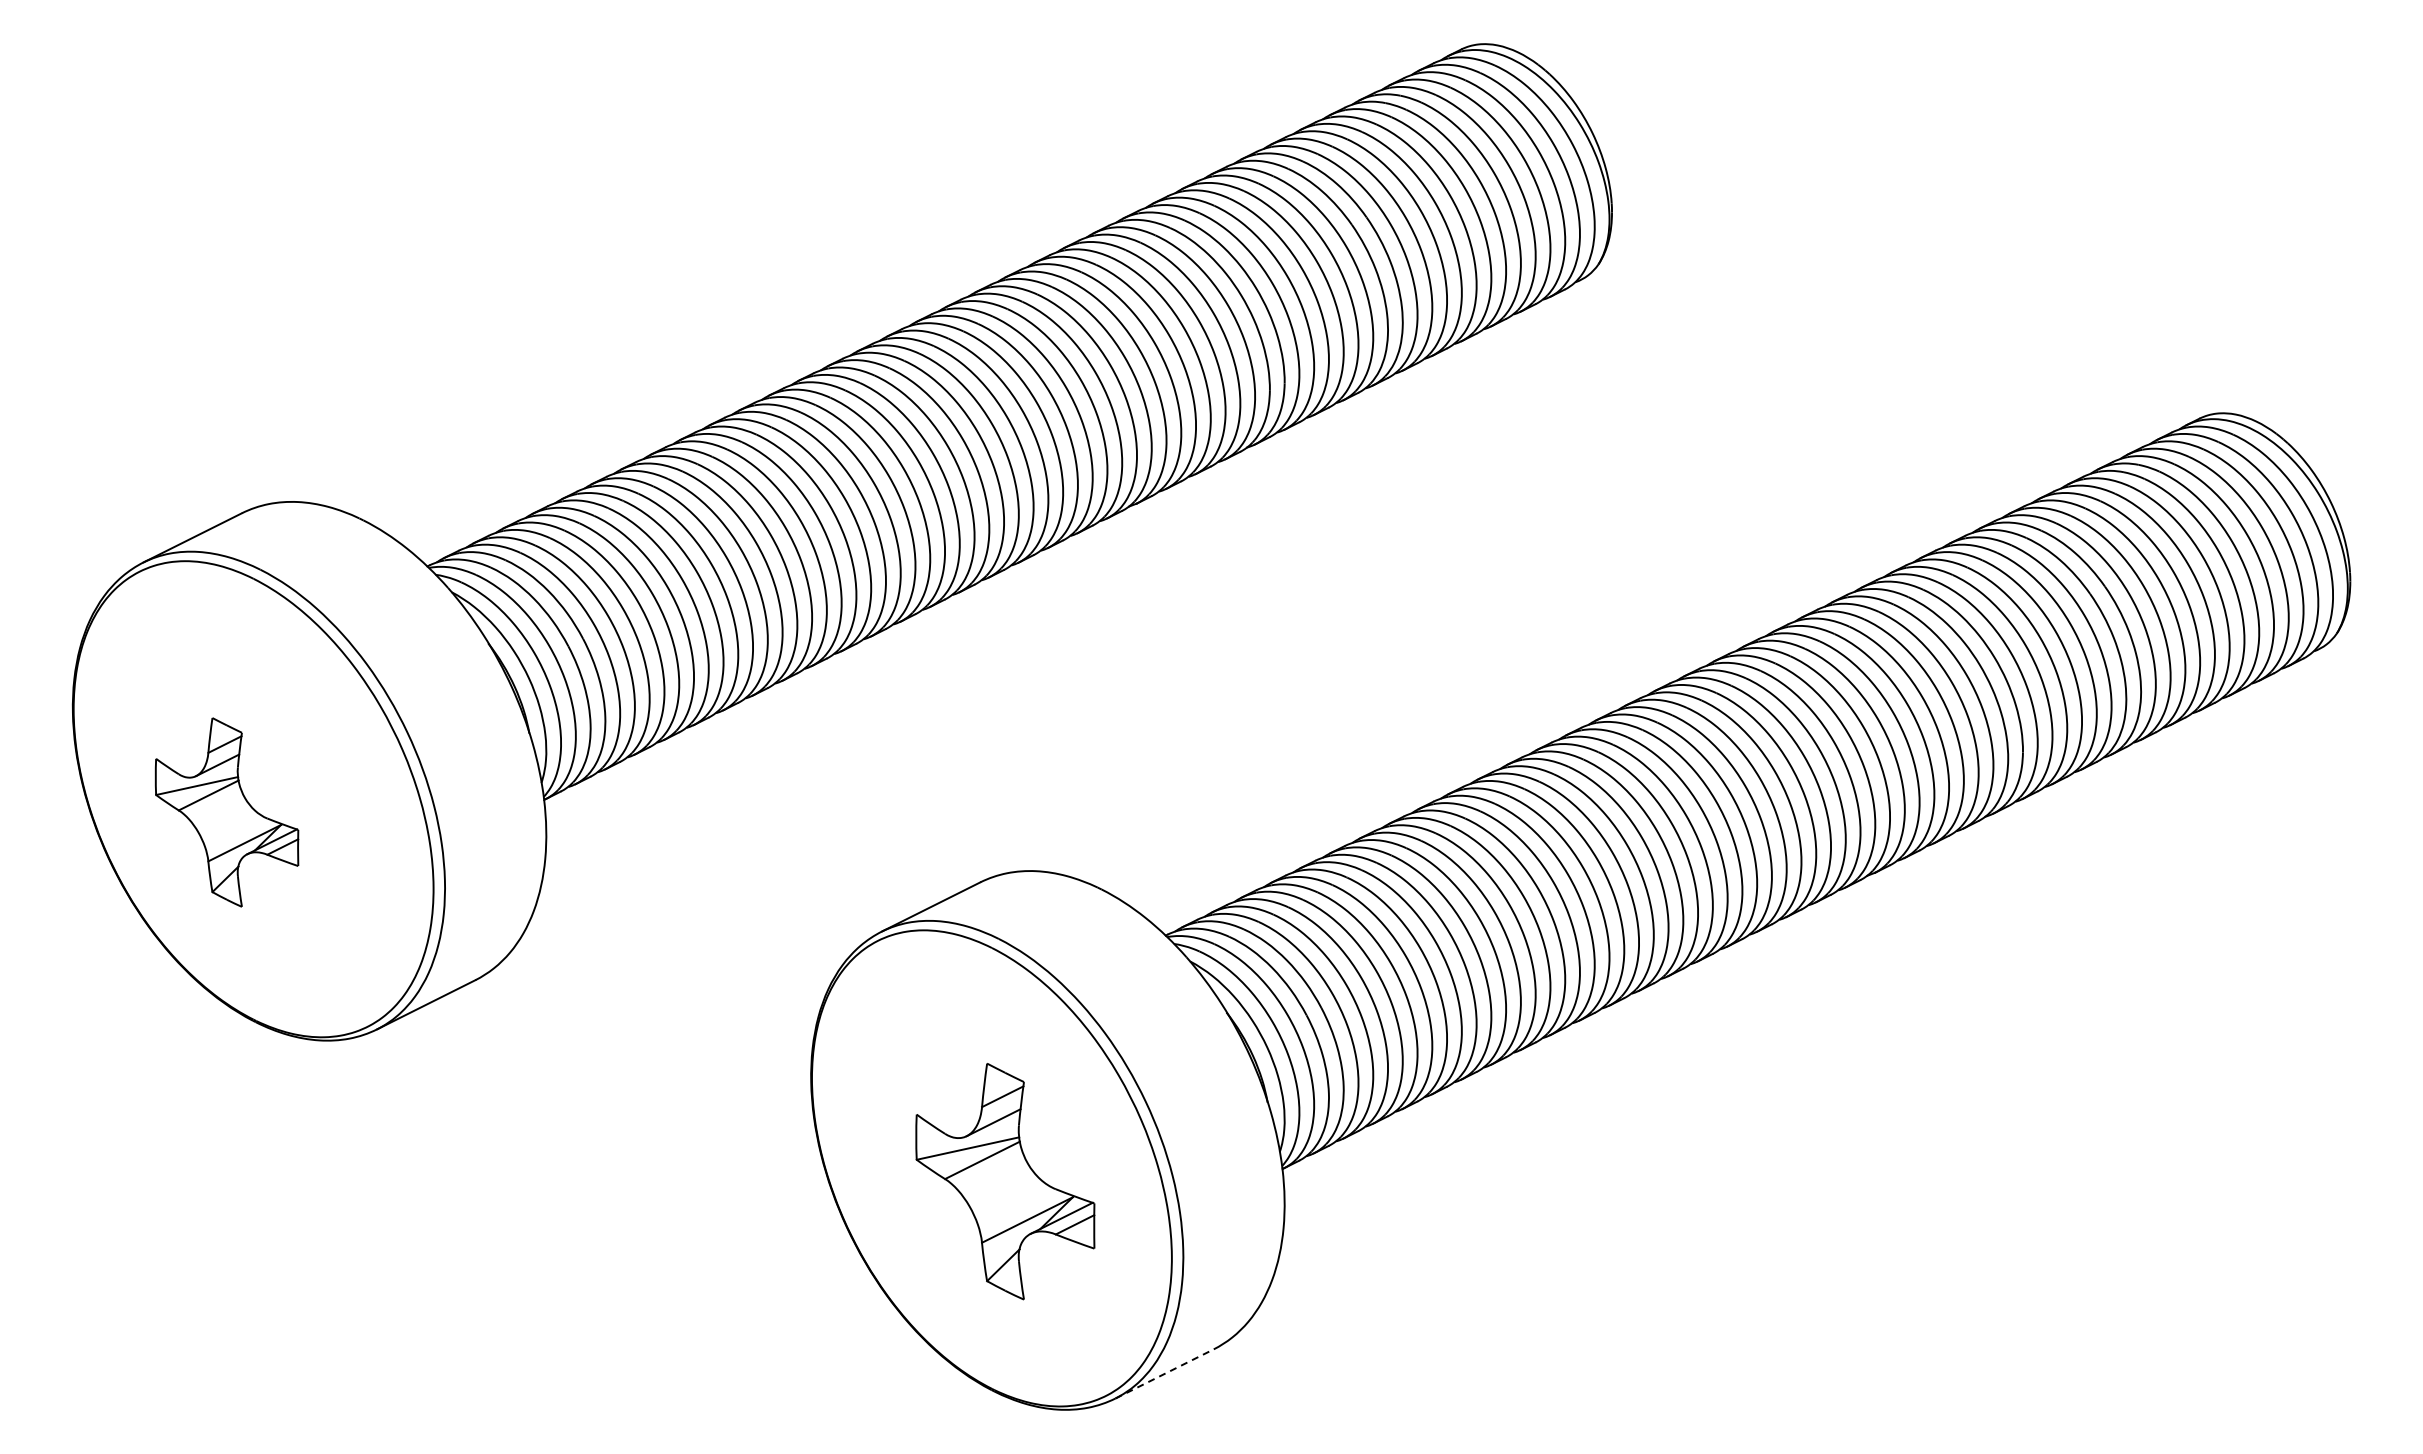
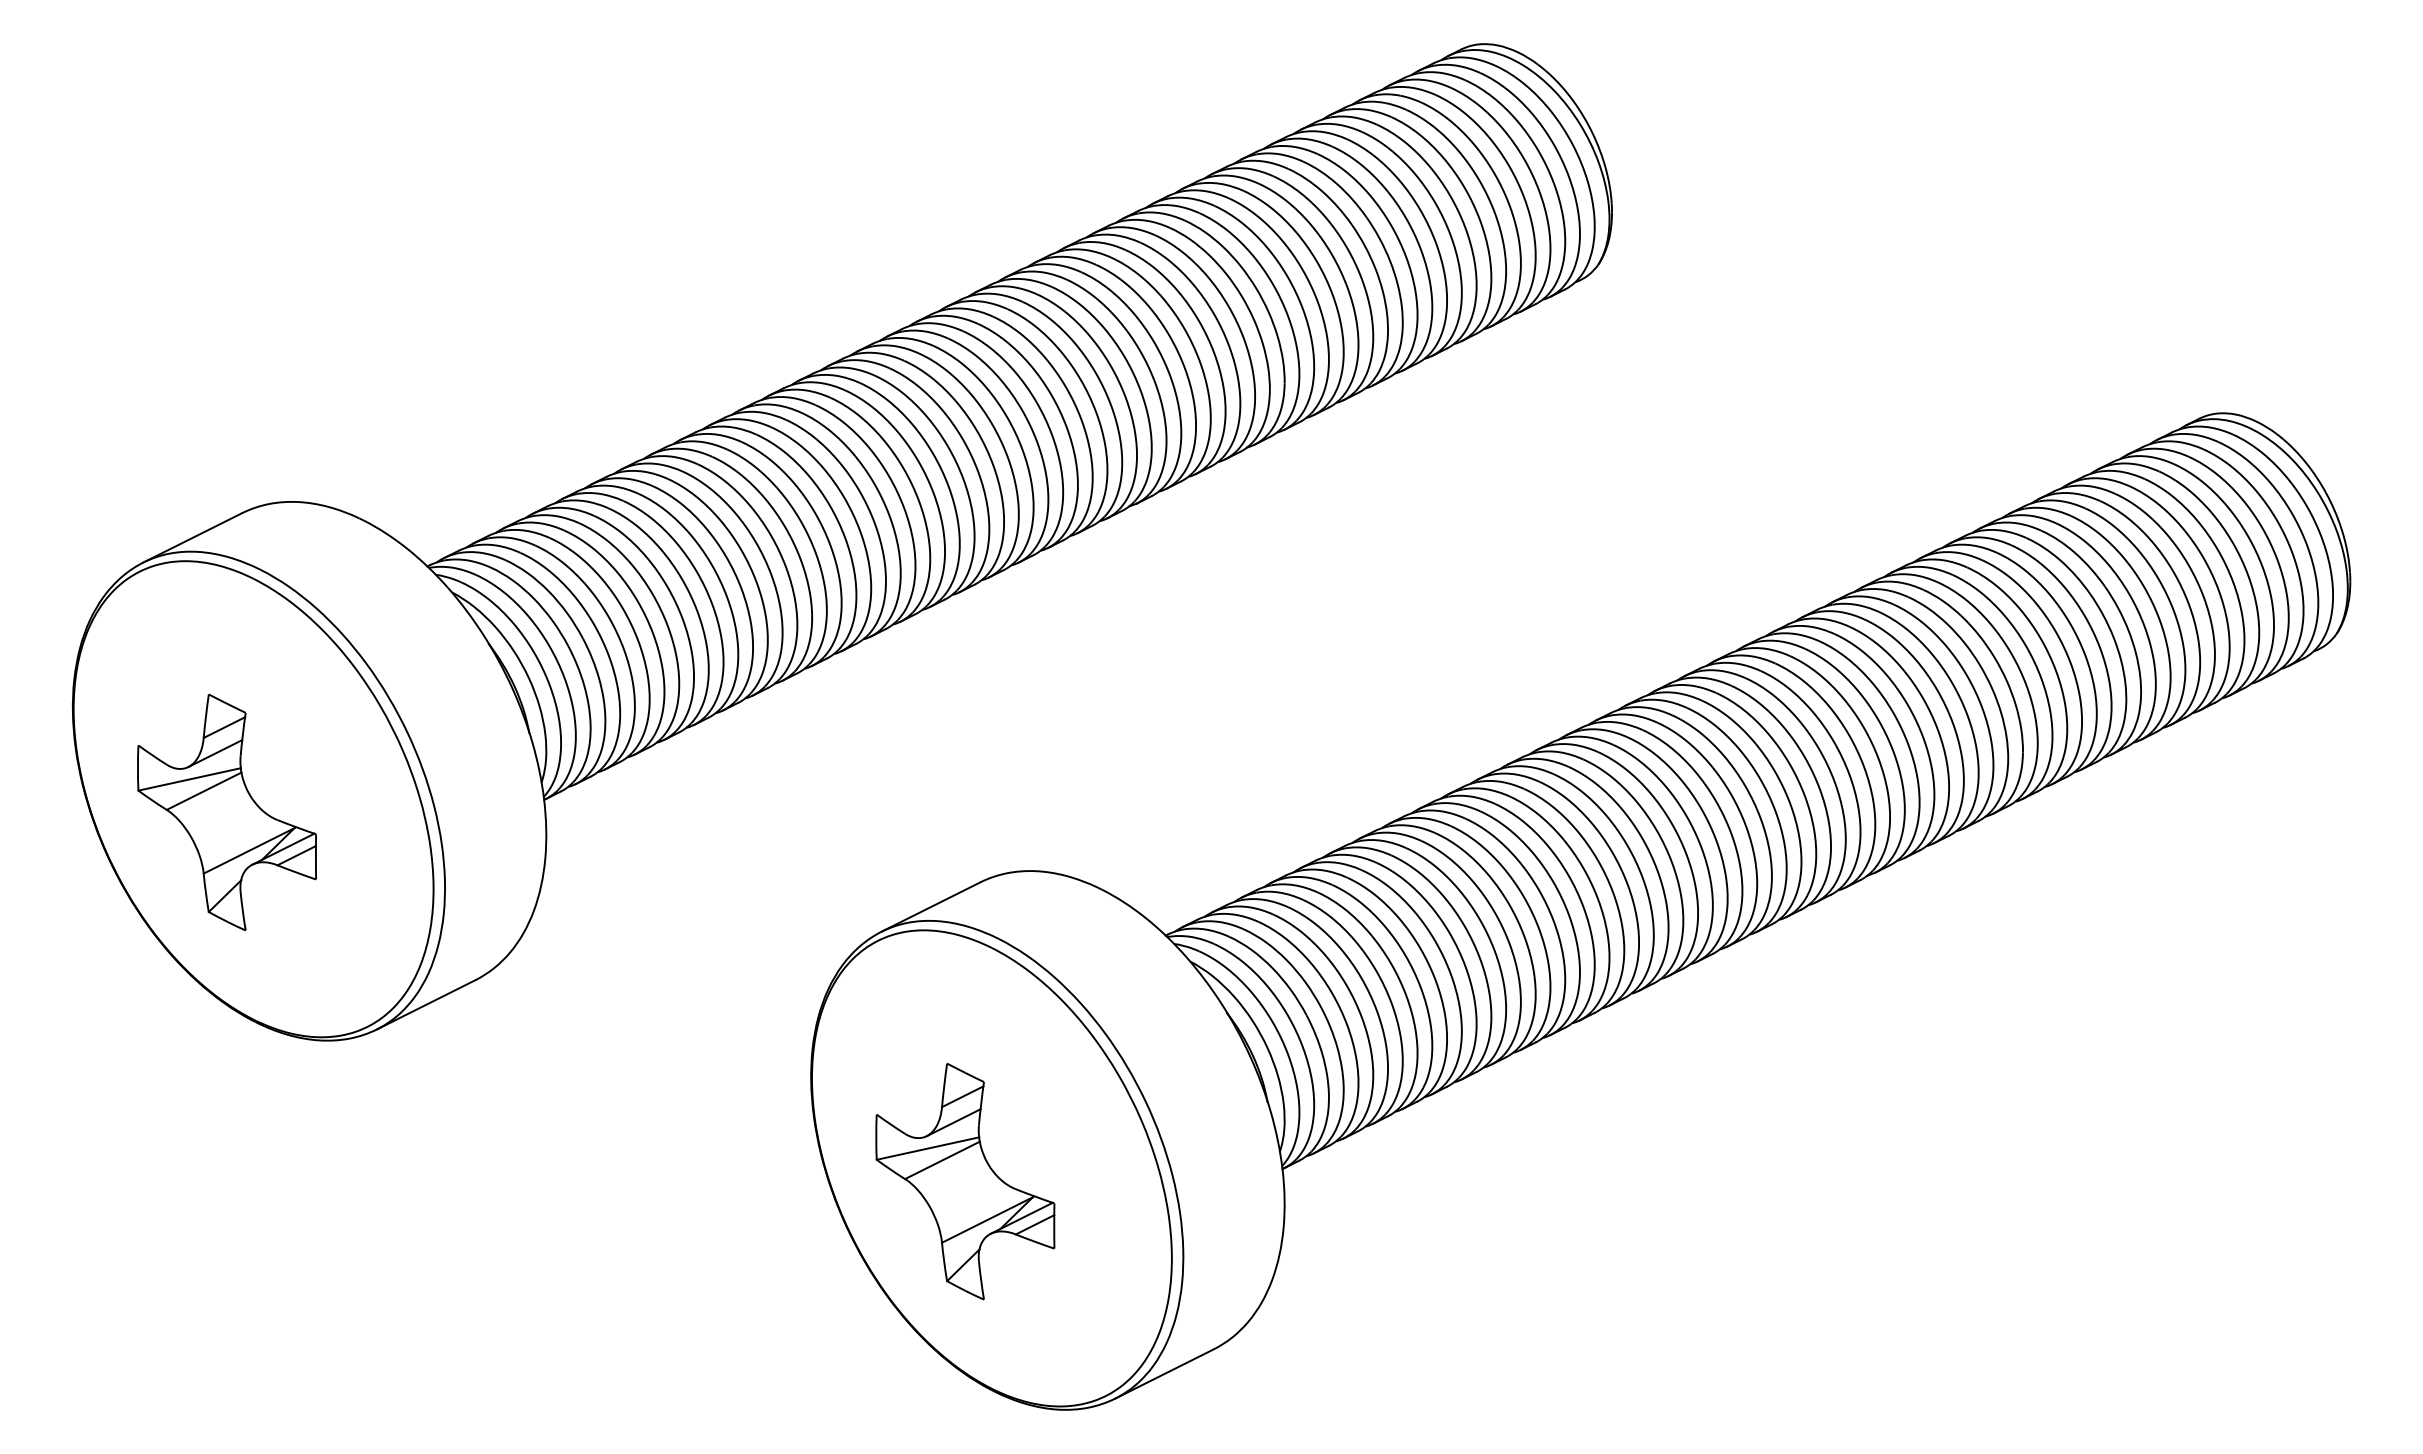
part at (226, 812) size: 146x191 px -> 180x239 px
part at (1005, 1181) position: (1005, 1181) -> (965, 1181)
line at (1164, 1373): dashed -> solid
